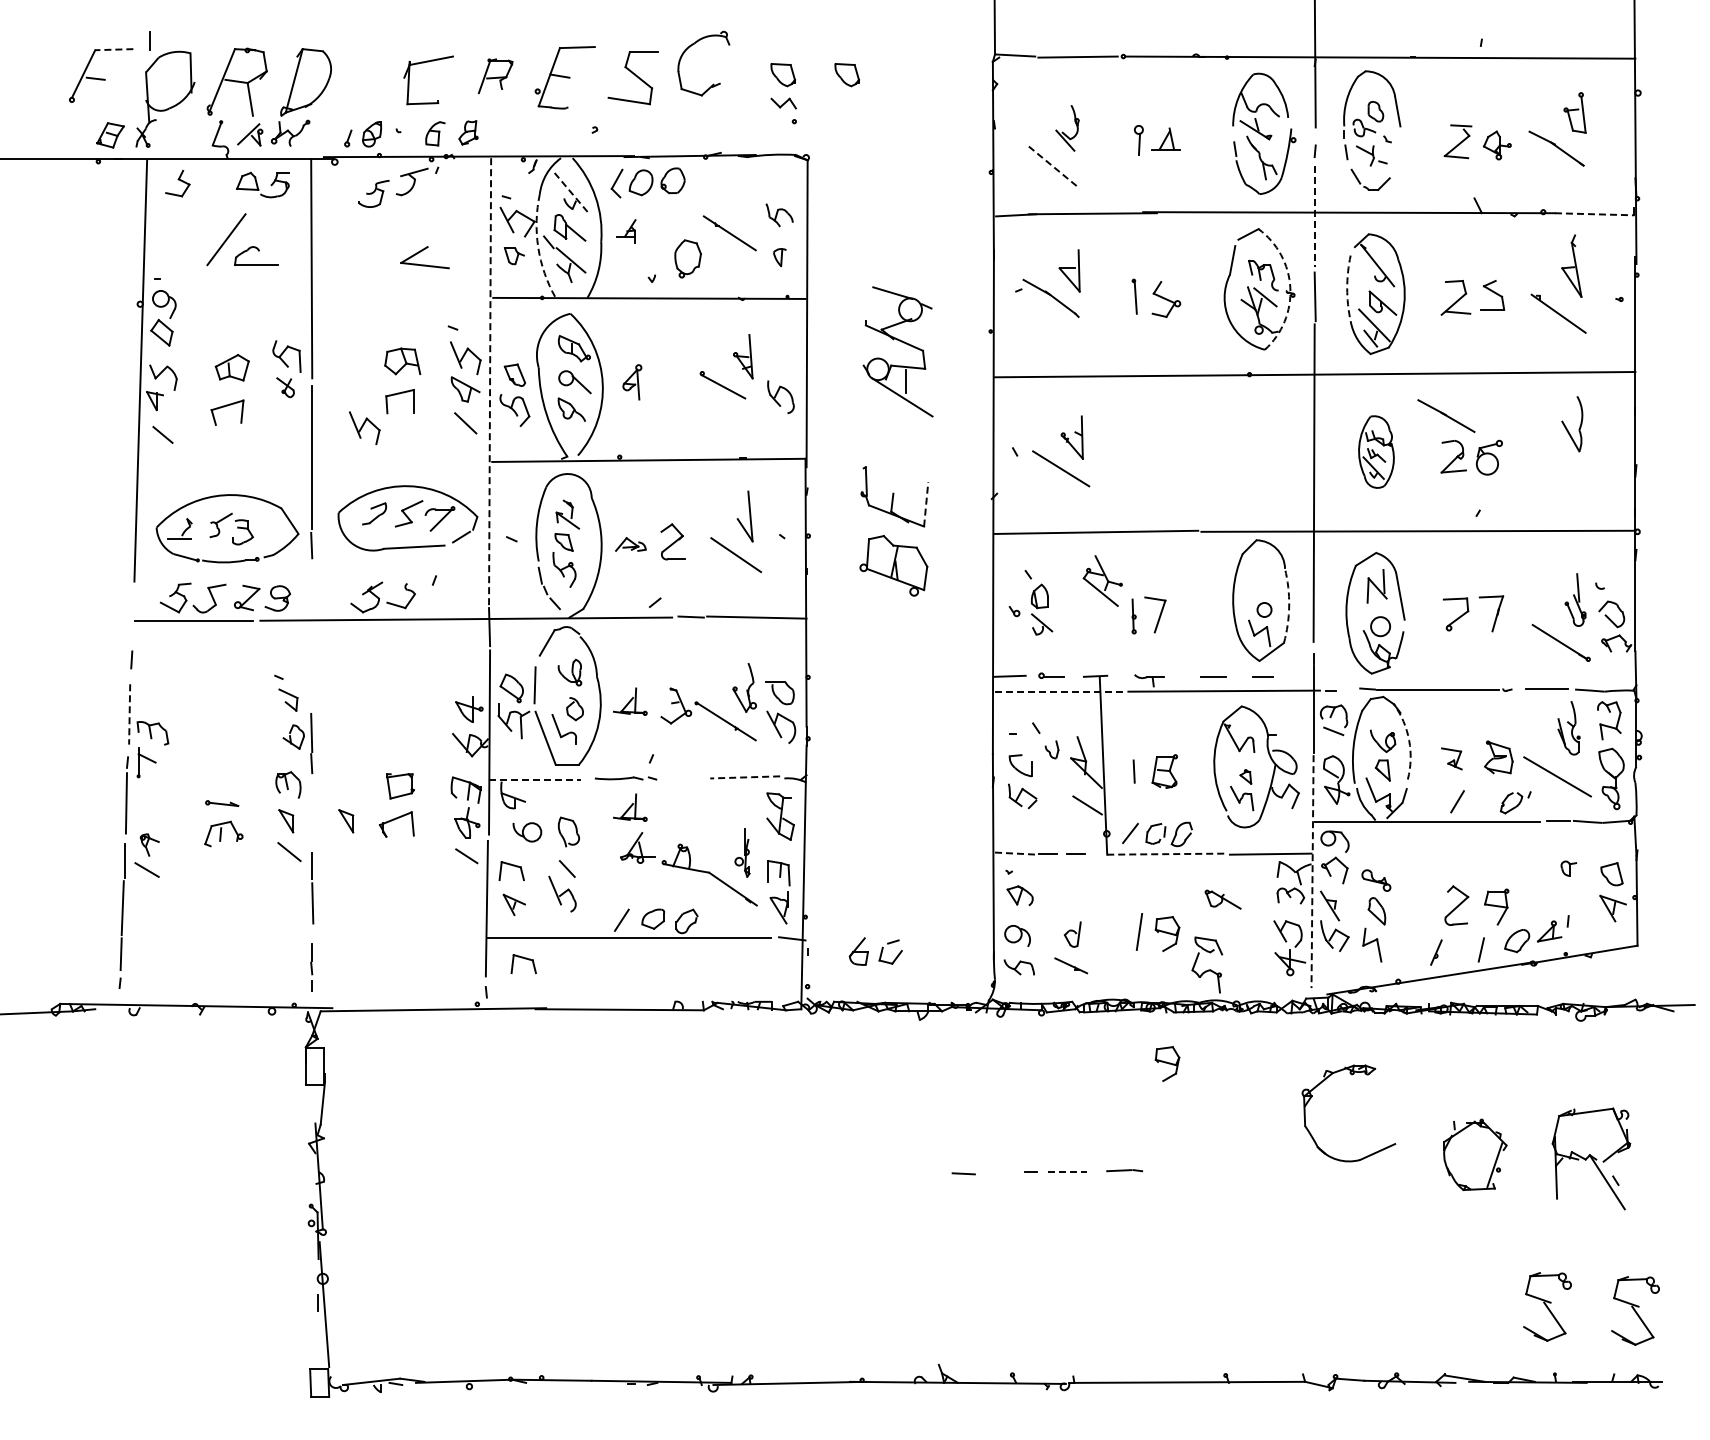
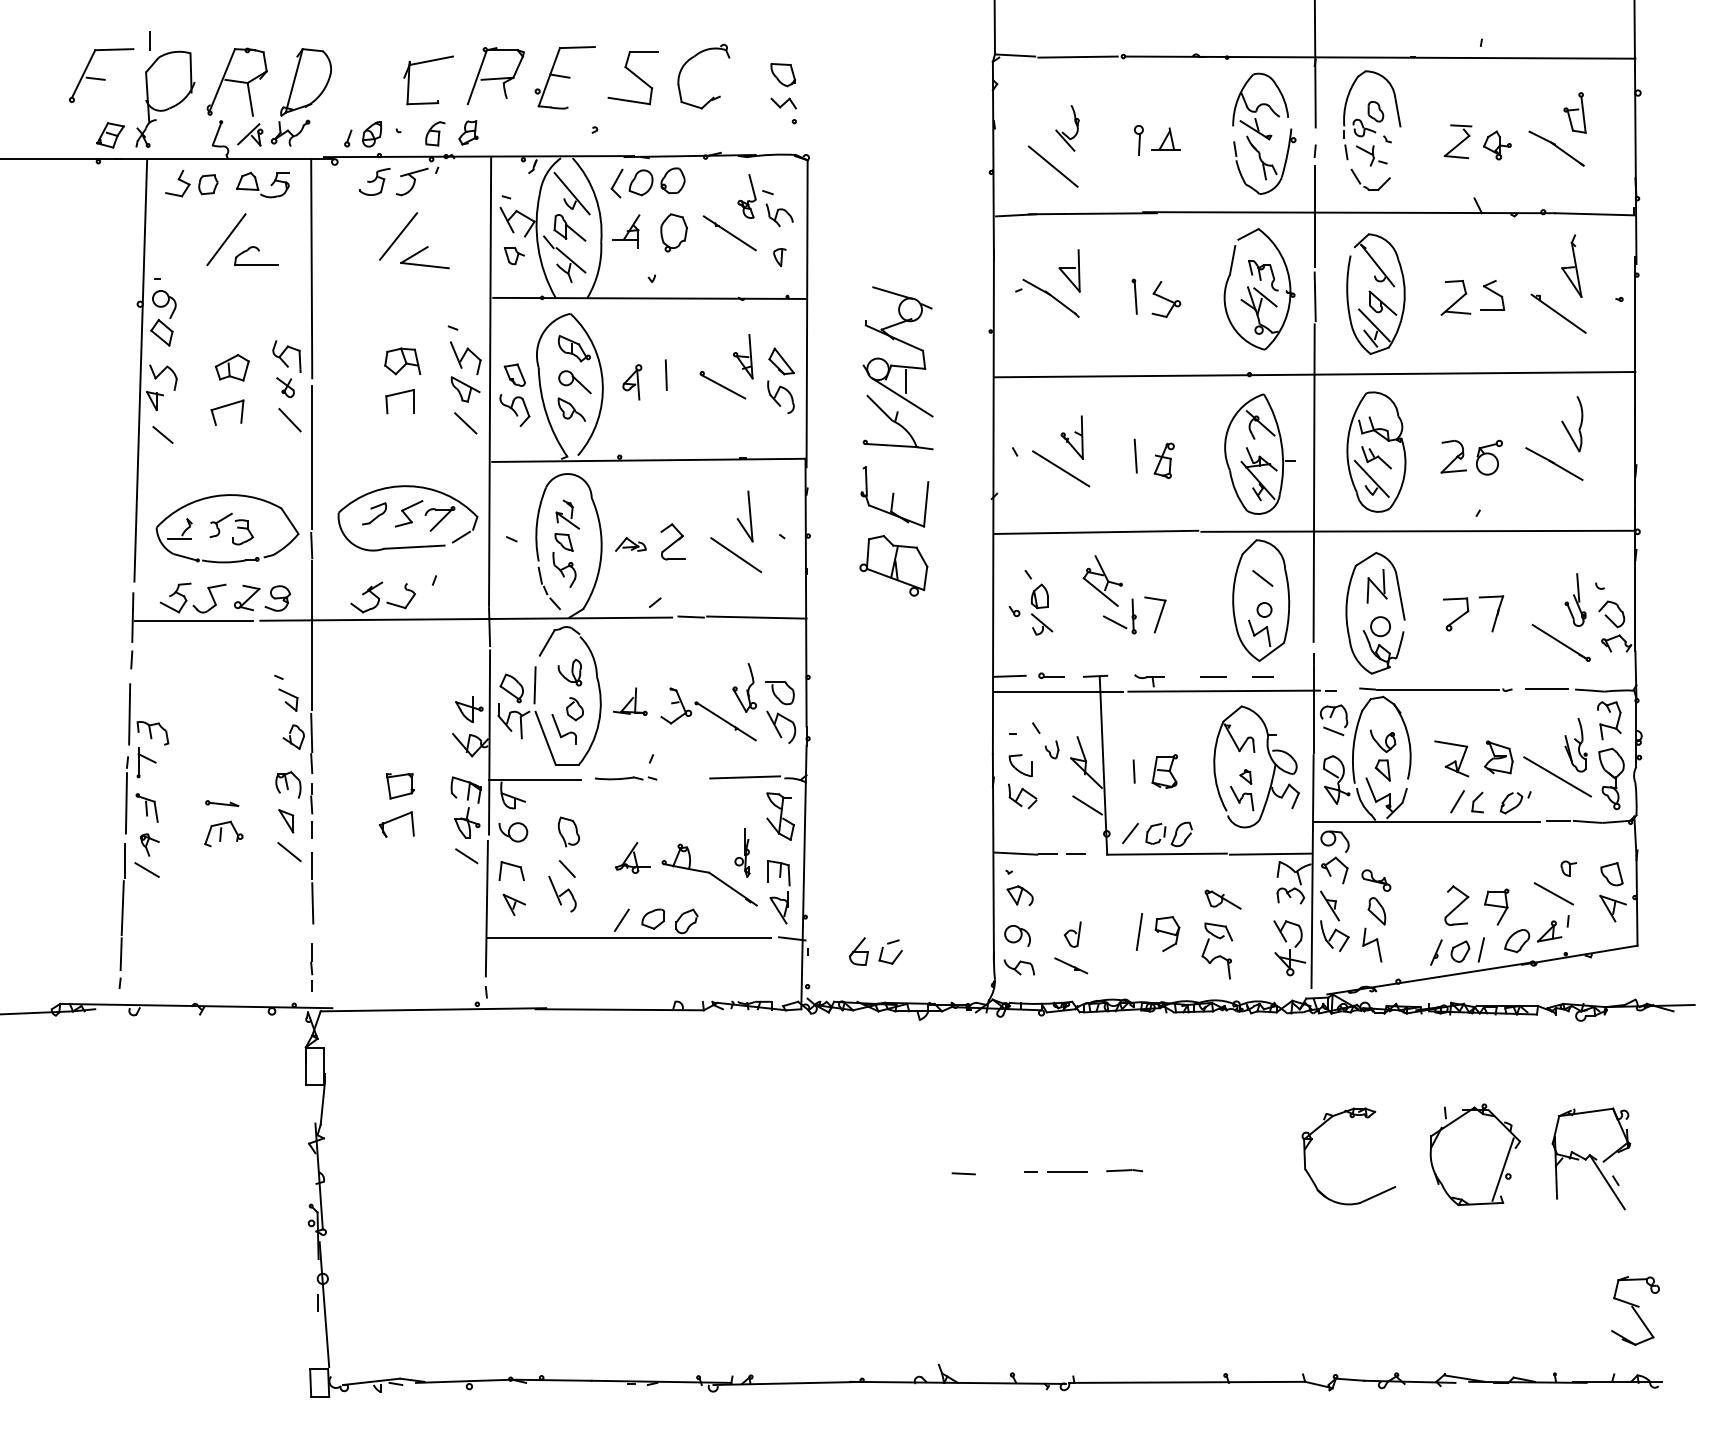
part at (693, 45) position: (693, 45) -> (693, 58)
line at (113, 49): dashed -> solid
part at (846, 75): present -> none
part at (495, 76) size: 37x37 px -> 59x59 px
line at (1053, 166): dashed -> solid
part at (208, 184): none -> present
part at (373, 193) position: (373, 193) -> (374, 181)
line at (572, 194): dashed -> solid
part at (755, 196): none -> present
line at (1594, 214): dashed -> solid
line at (1314, 216): dashed -> solid
part at (626, 231) size: 21x25 px -> 29x35 px
line at (398, 236): none -> present
arc at (538, 247): dashed -> solid
part at (687, 258) position: (687, 258) -> (673, 232)
arc at (1290, 287): dashed -> solid
arc at (1347, 288): dashed -> solid
part at (781, 361): none -> present
line at (665, 375): none -> present
line at (490, 382): dashed -> solid
line at (1446, 415) position: (1446, 415) -> (1554, 463)
line at (289, 420): none -> present
part at (897, 422): none -> present
part at (364, 428): present -> none
part at (1376, 451) size: 37x74 px -> 61x122 px
part at (1259, 453): none -> present
line at (1135, 455): none -> present
part at (1163, 460): none -> present
line at (926, 503): dashed -> solid
line at (1262, 578): none -> present
arc at (1289, 606): dashed -> solid
line at (132, 617): none -> present
line at (1115, 622): none -> present
line at (312, 635): none -> present
line at (1059, 691): dashed -> solid
line at (129, 714): dashed -> solid
part at (1568, 728) position: (1568, 728) -> (1575, 745)
arc at (1409, 740): dashed -> solid
part at (1451, 758) size: 22x24 px -> 36x38 px
line at (745, 777): dashed -> solid
line at (535, 779): dashed -> solid
part at (1477, 802): none -> present
part at (146, 807): none -> present
part at (630, 807): present -> none
part at (311, 810): none -> present
part at (346, 821): present -> none
part at (527, 832) position: (527, 832) -> (513, 832)
part at (637, 847) position: (637, 847) -> (632, 857)
line at (1016, 853): dashed -> solid
line at (1167, 854): dashed -> solid
line at (1312, 872): dashed -> solid
line at (1553, 893): none -> present
part at (1460, 951): none -> present
part at (523, 964): present -> none
part at (1207, 964) position: (1207, 964) -> (1217, 950)
part at (1167, 1063): present -> none
part at (1351, 1075) position: (1351, 1075) -> (1351, 1118)
part at (1475, 1154) size: 65x73 px -> 93x104 px
line at (1067, 1172): dashed -> solid
part at (1547, 1306): present -> none
